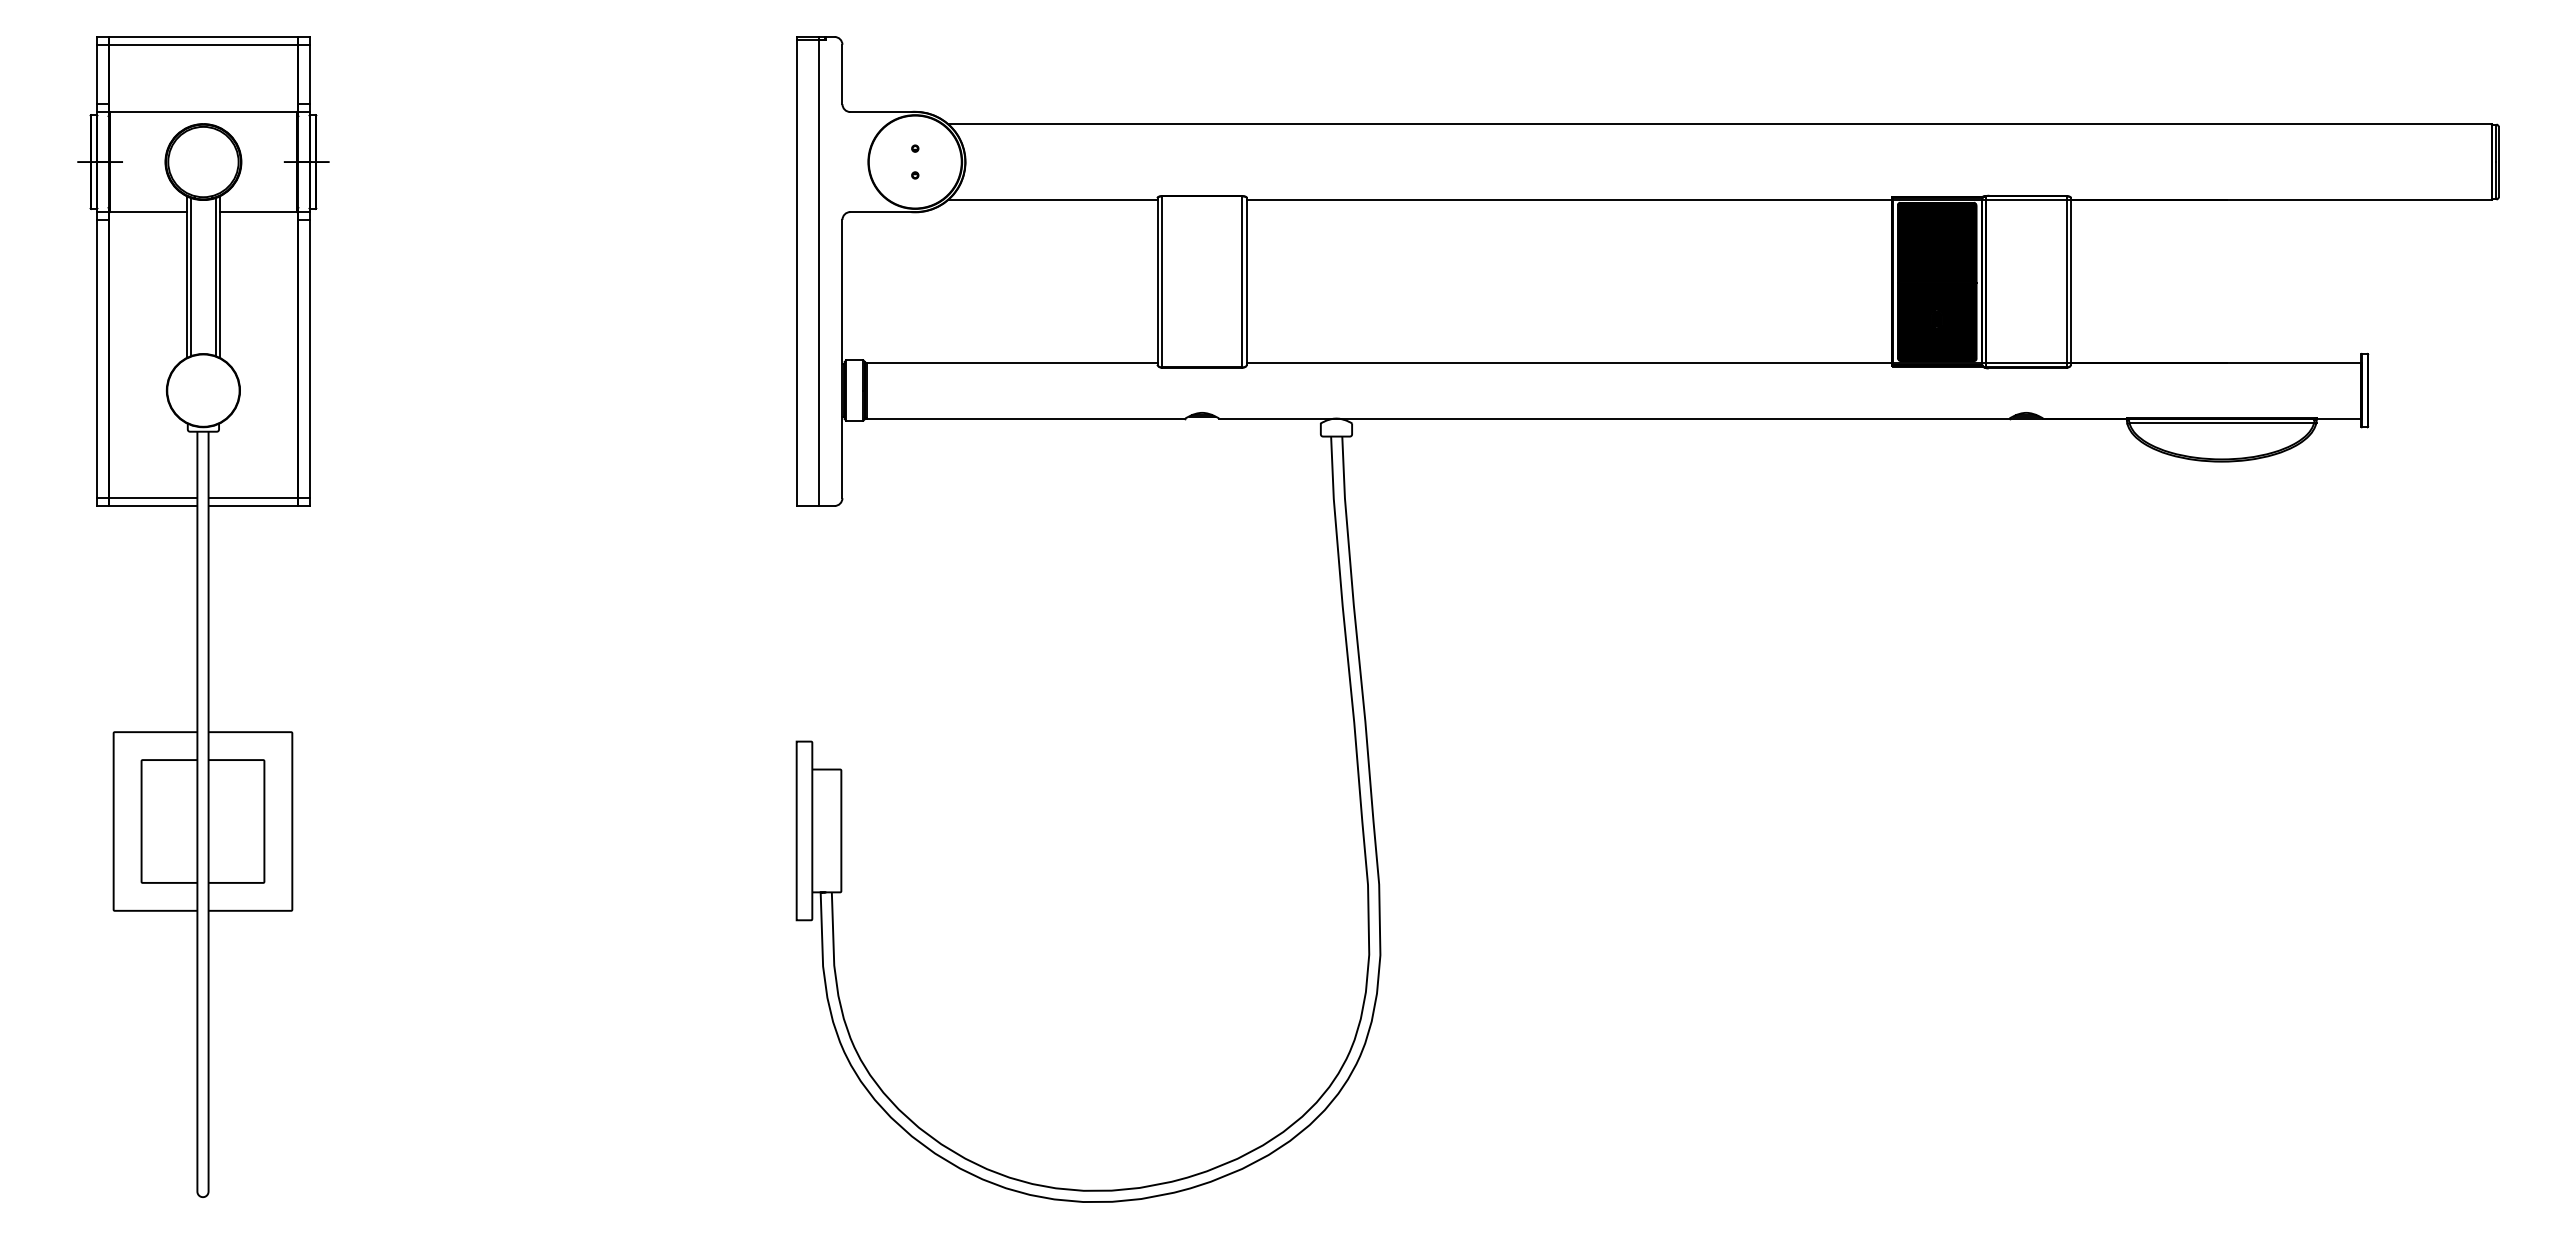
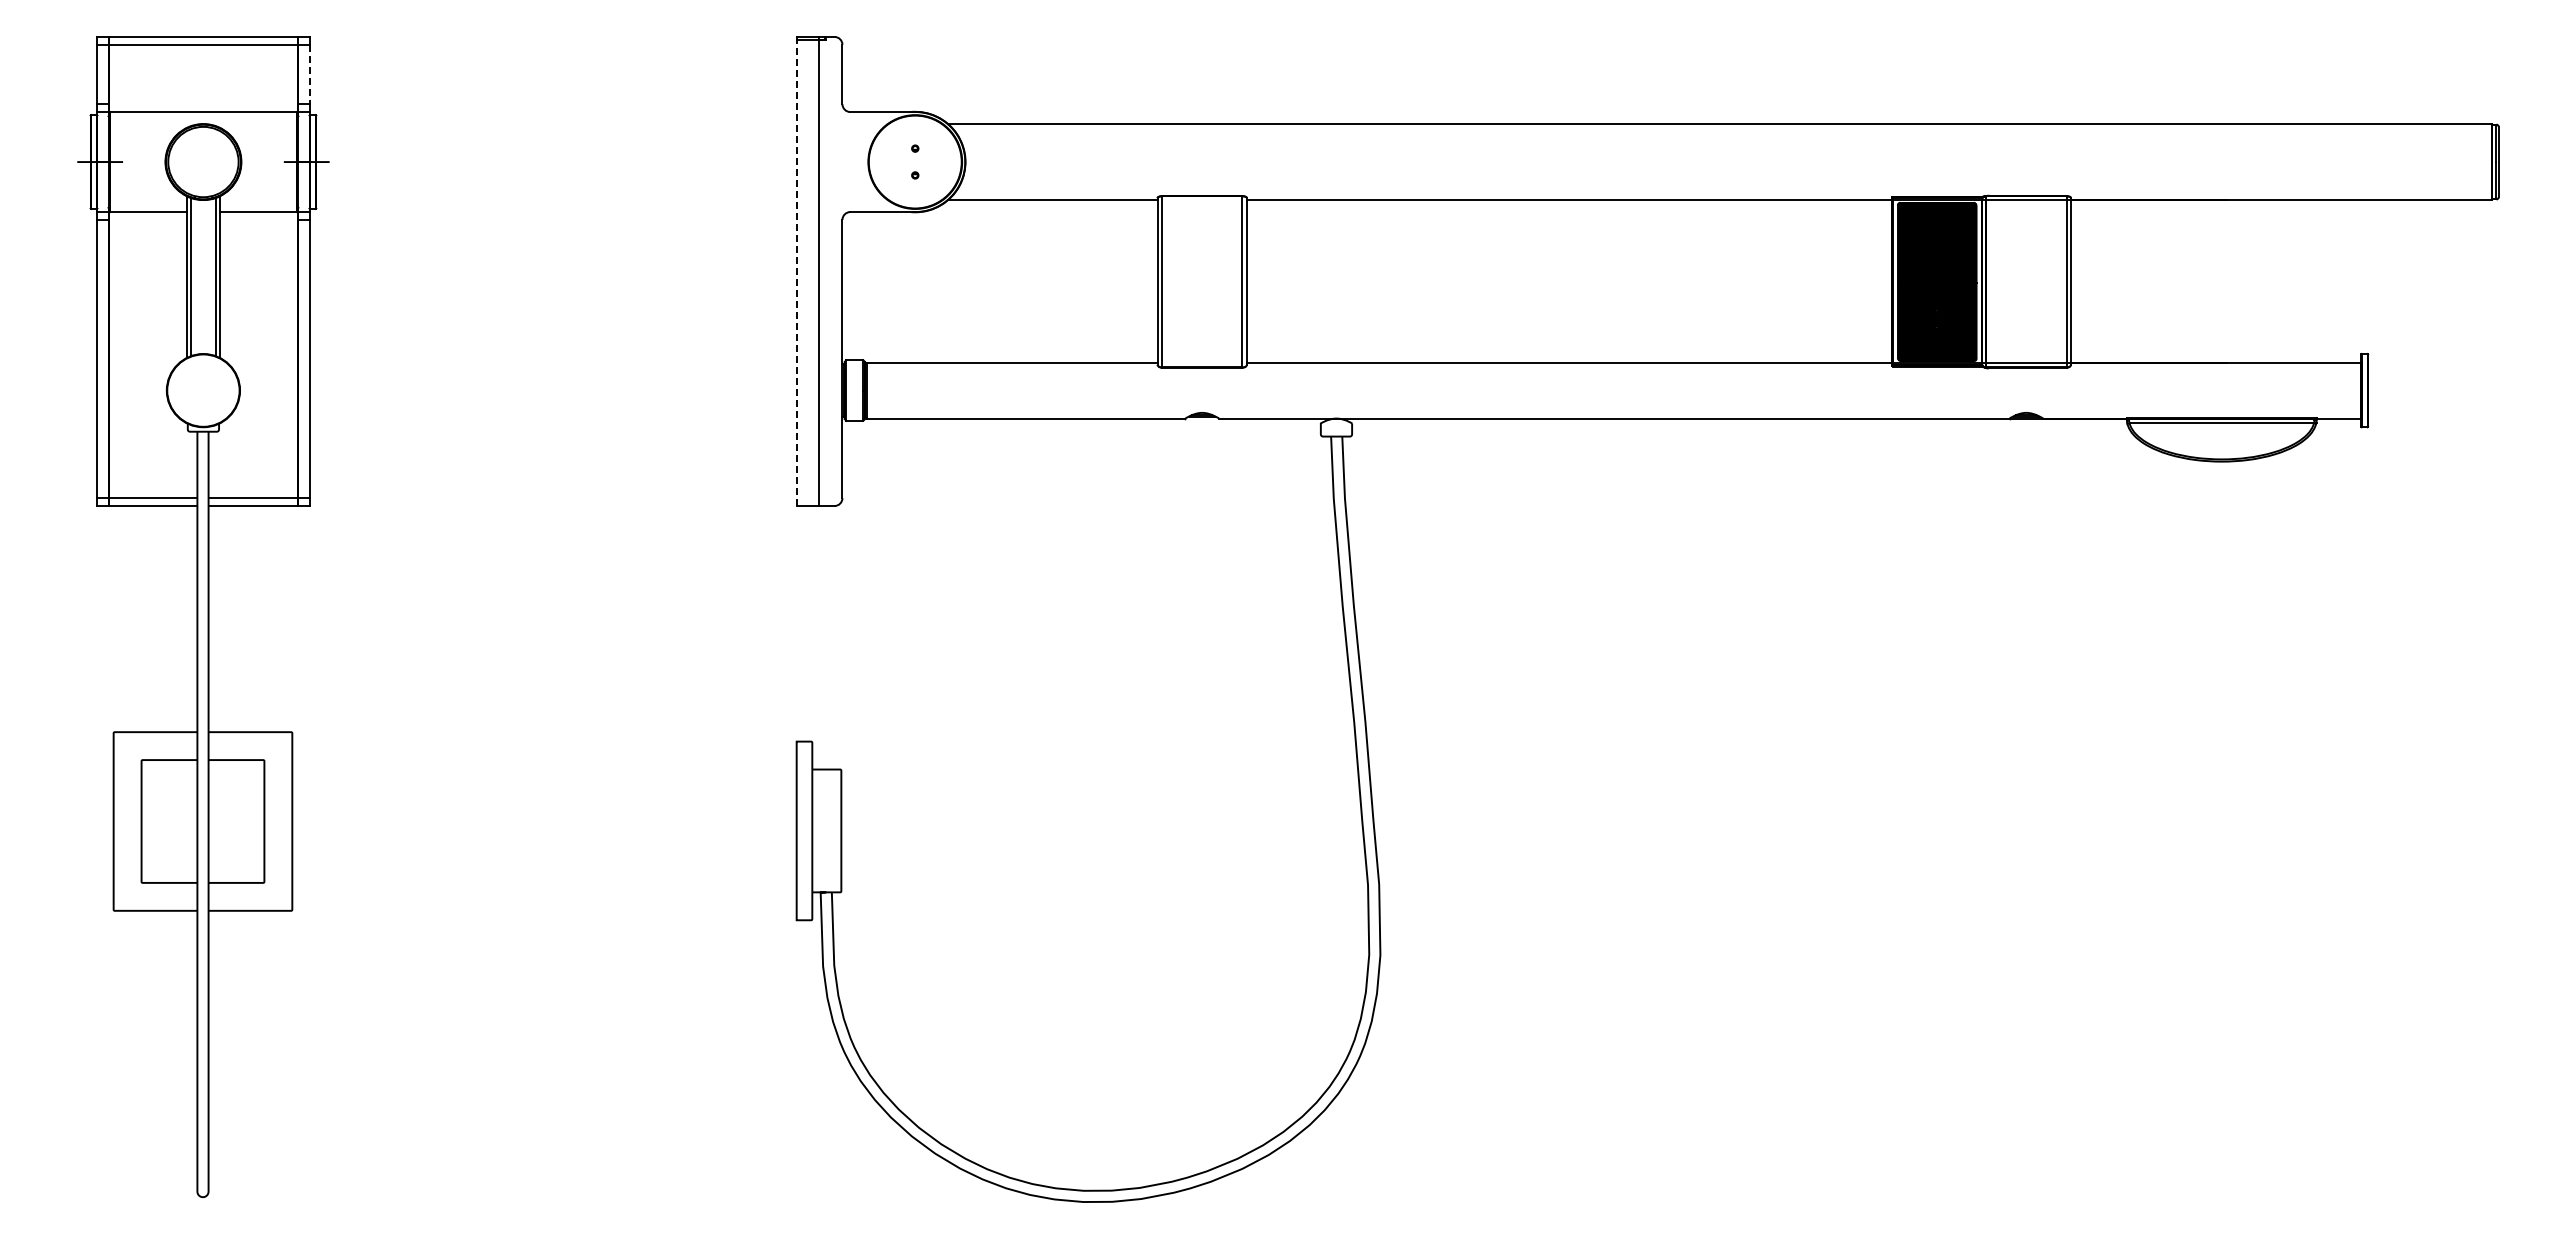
line at (309, 74): solid -> dashed
line at (796, 273): solid -> dashed
